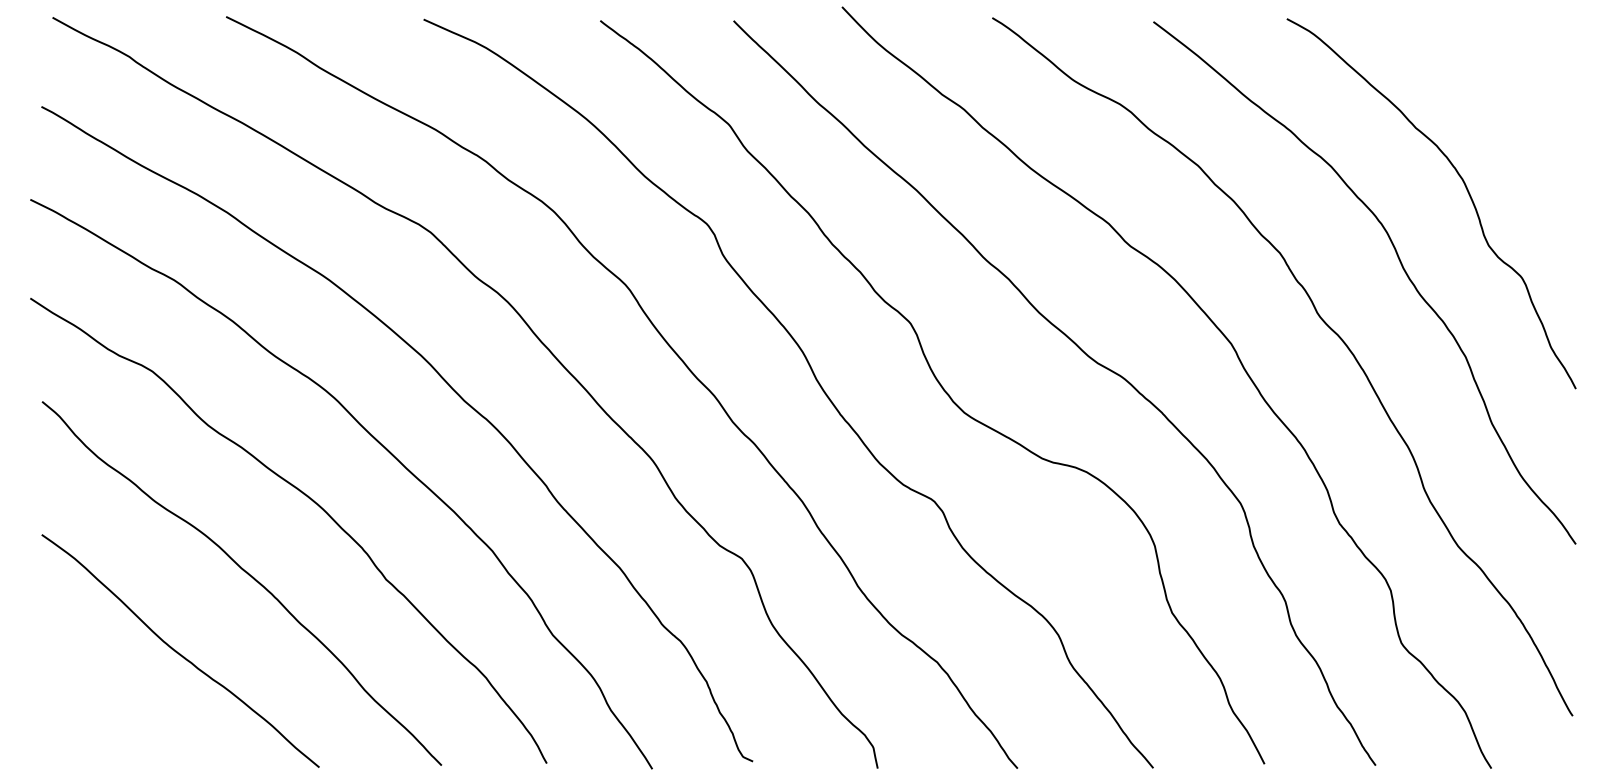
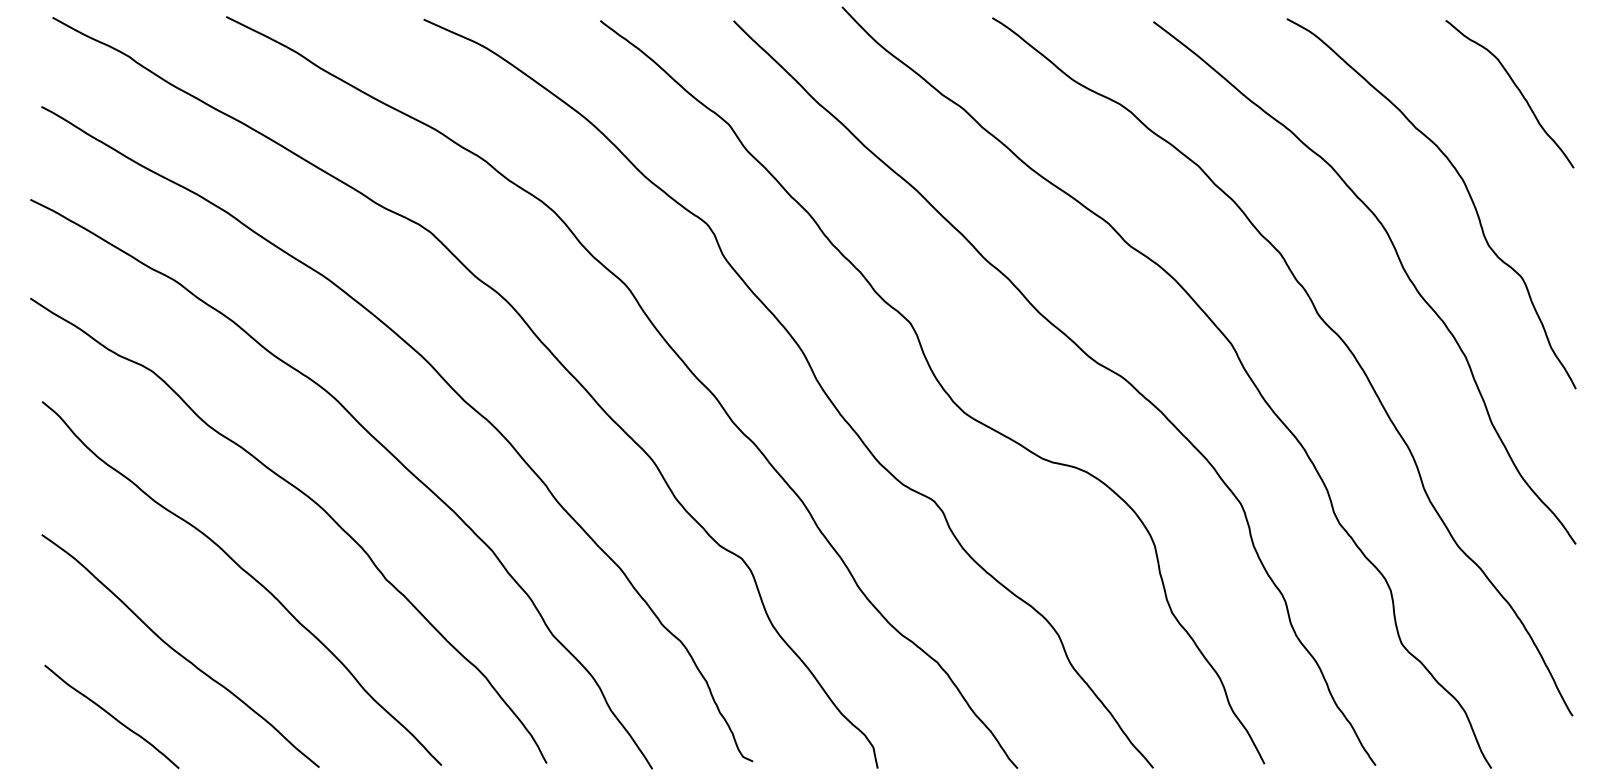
curve at (1516, 88): none -> present
curve at (111, 716): none -> present
